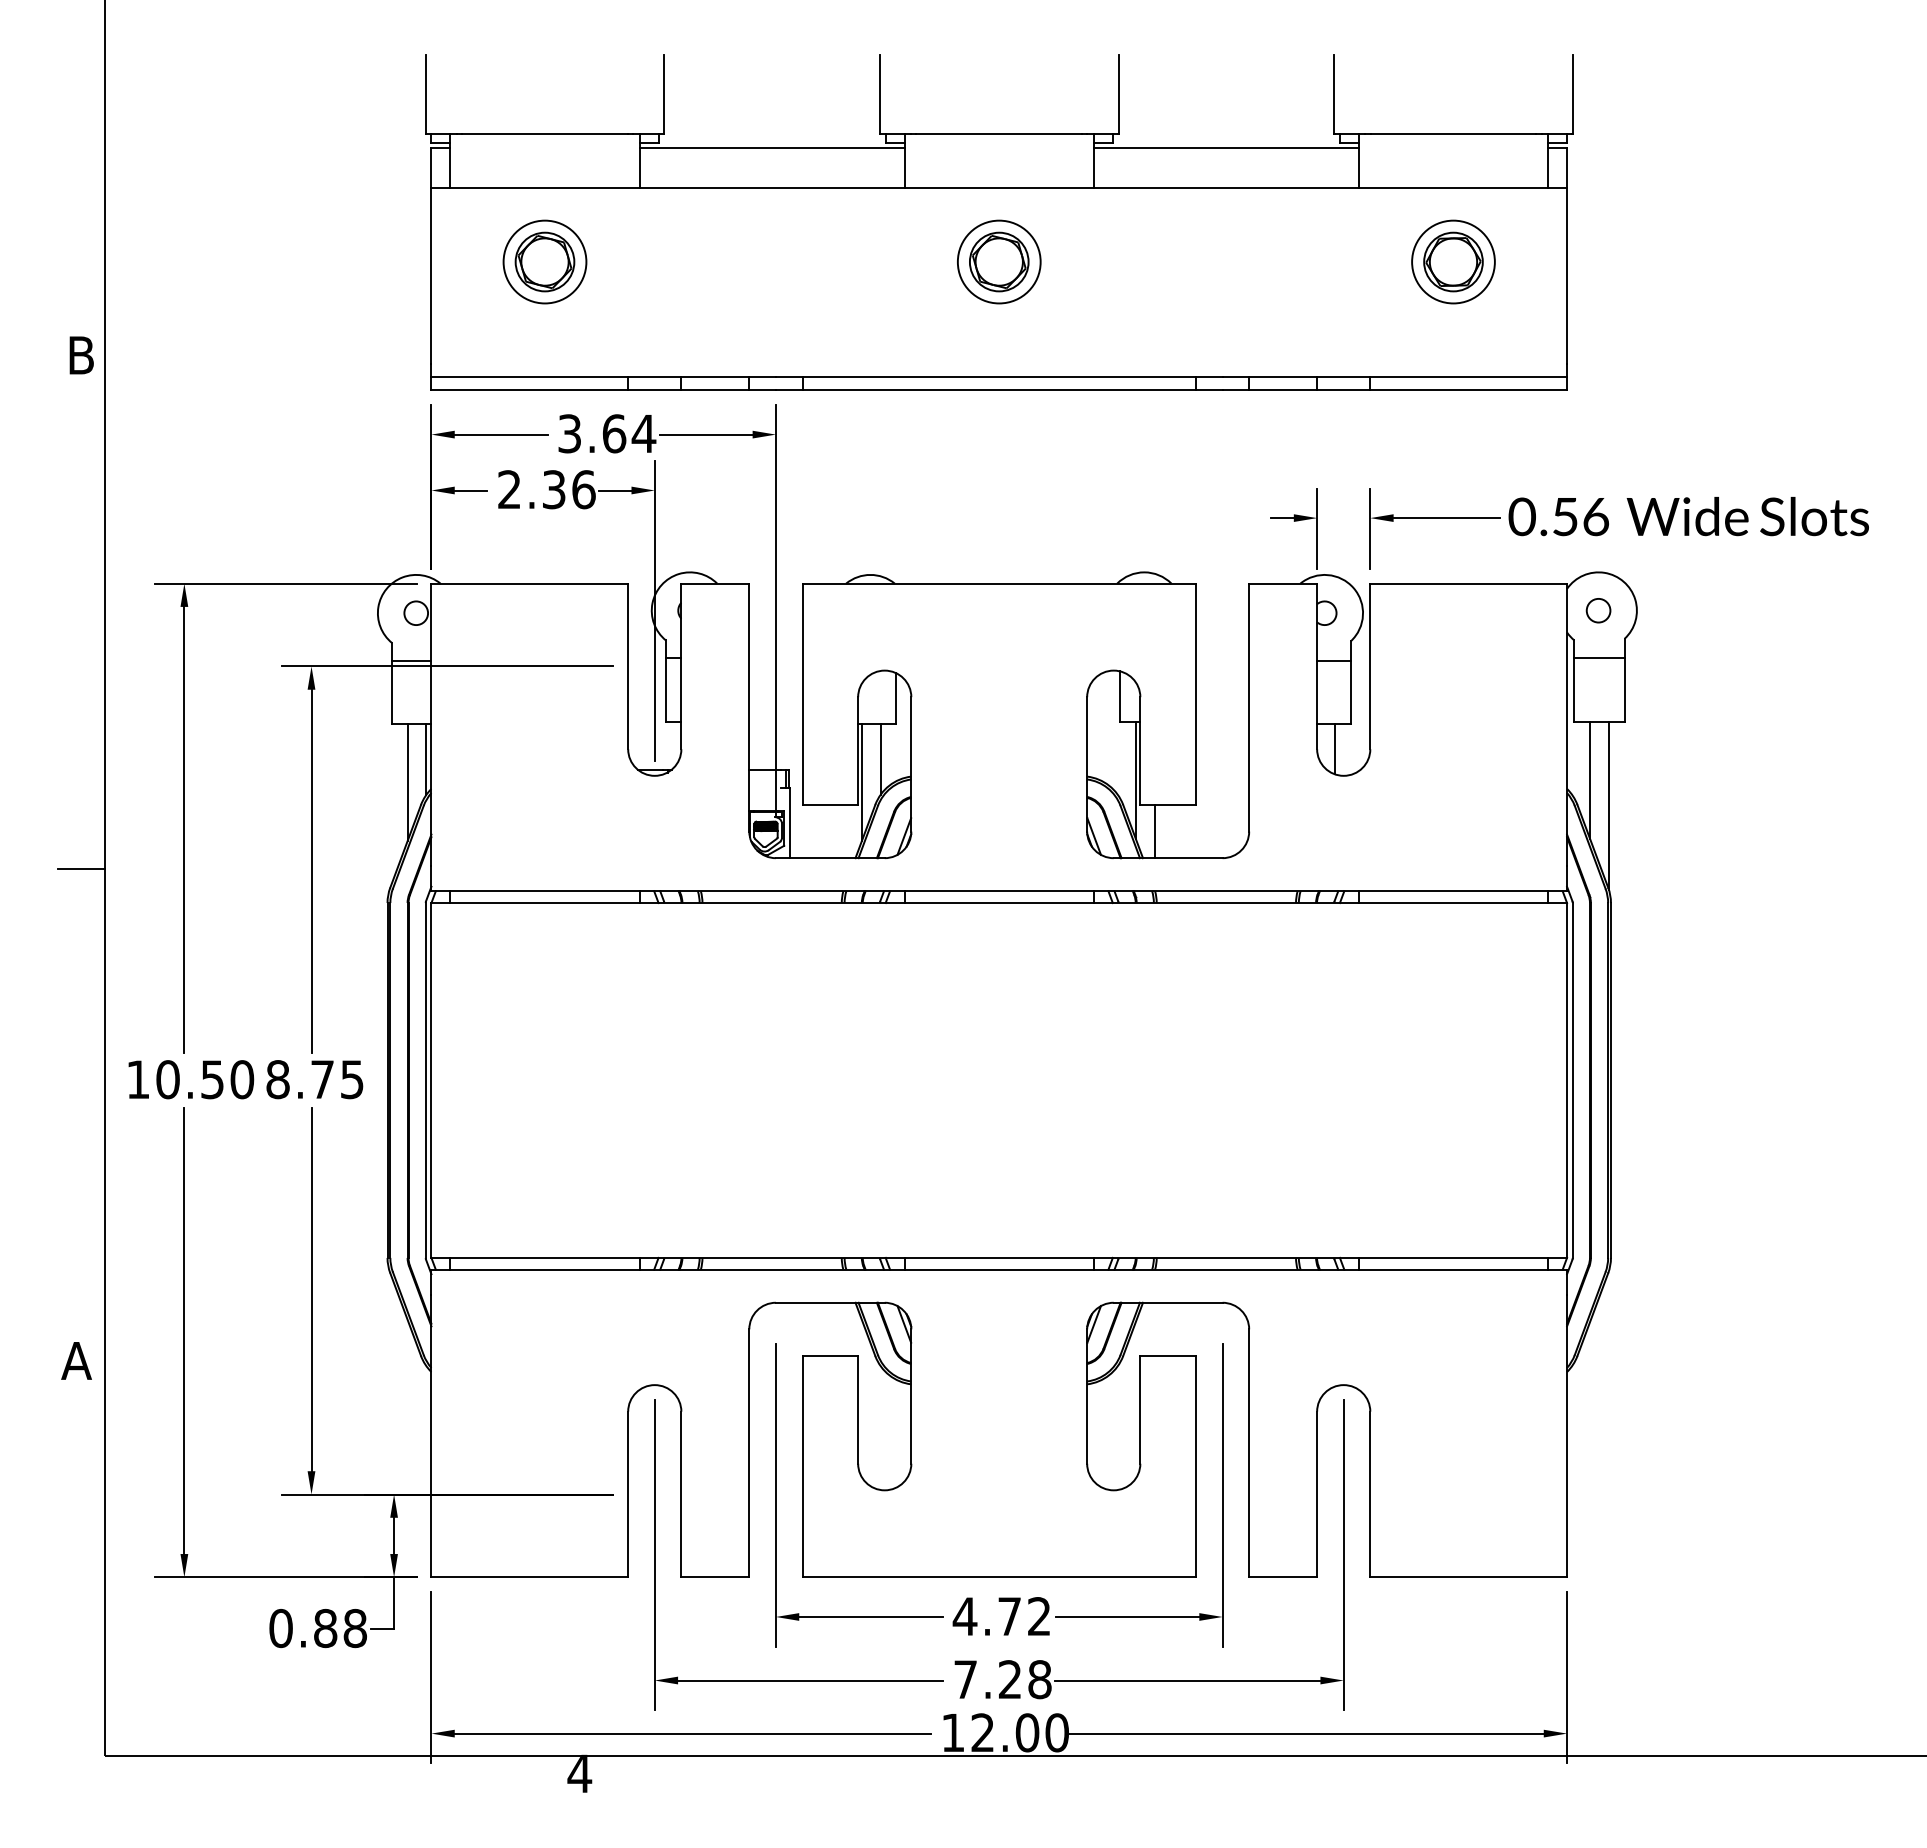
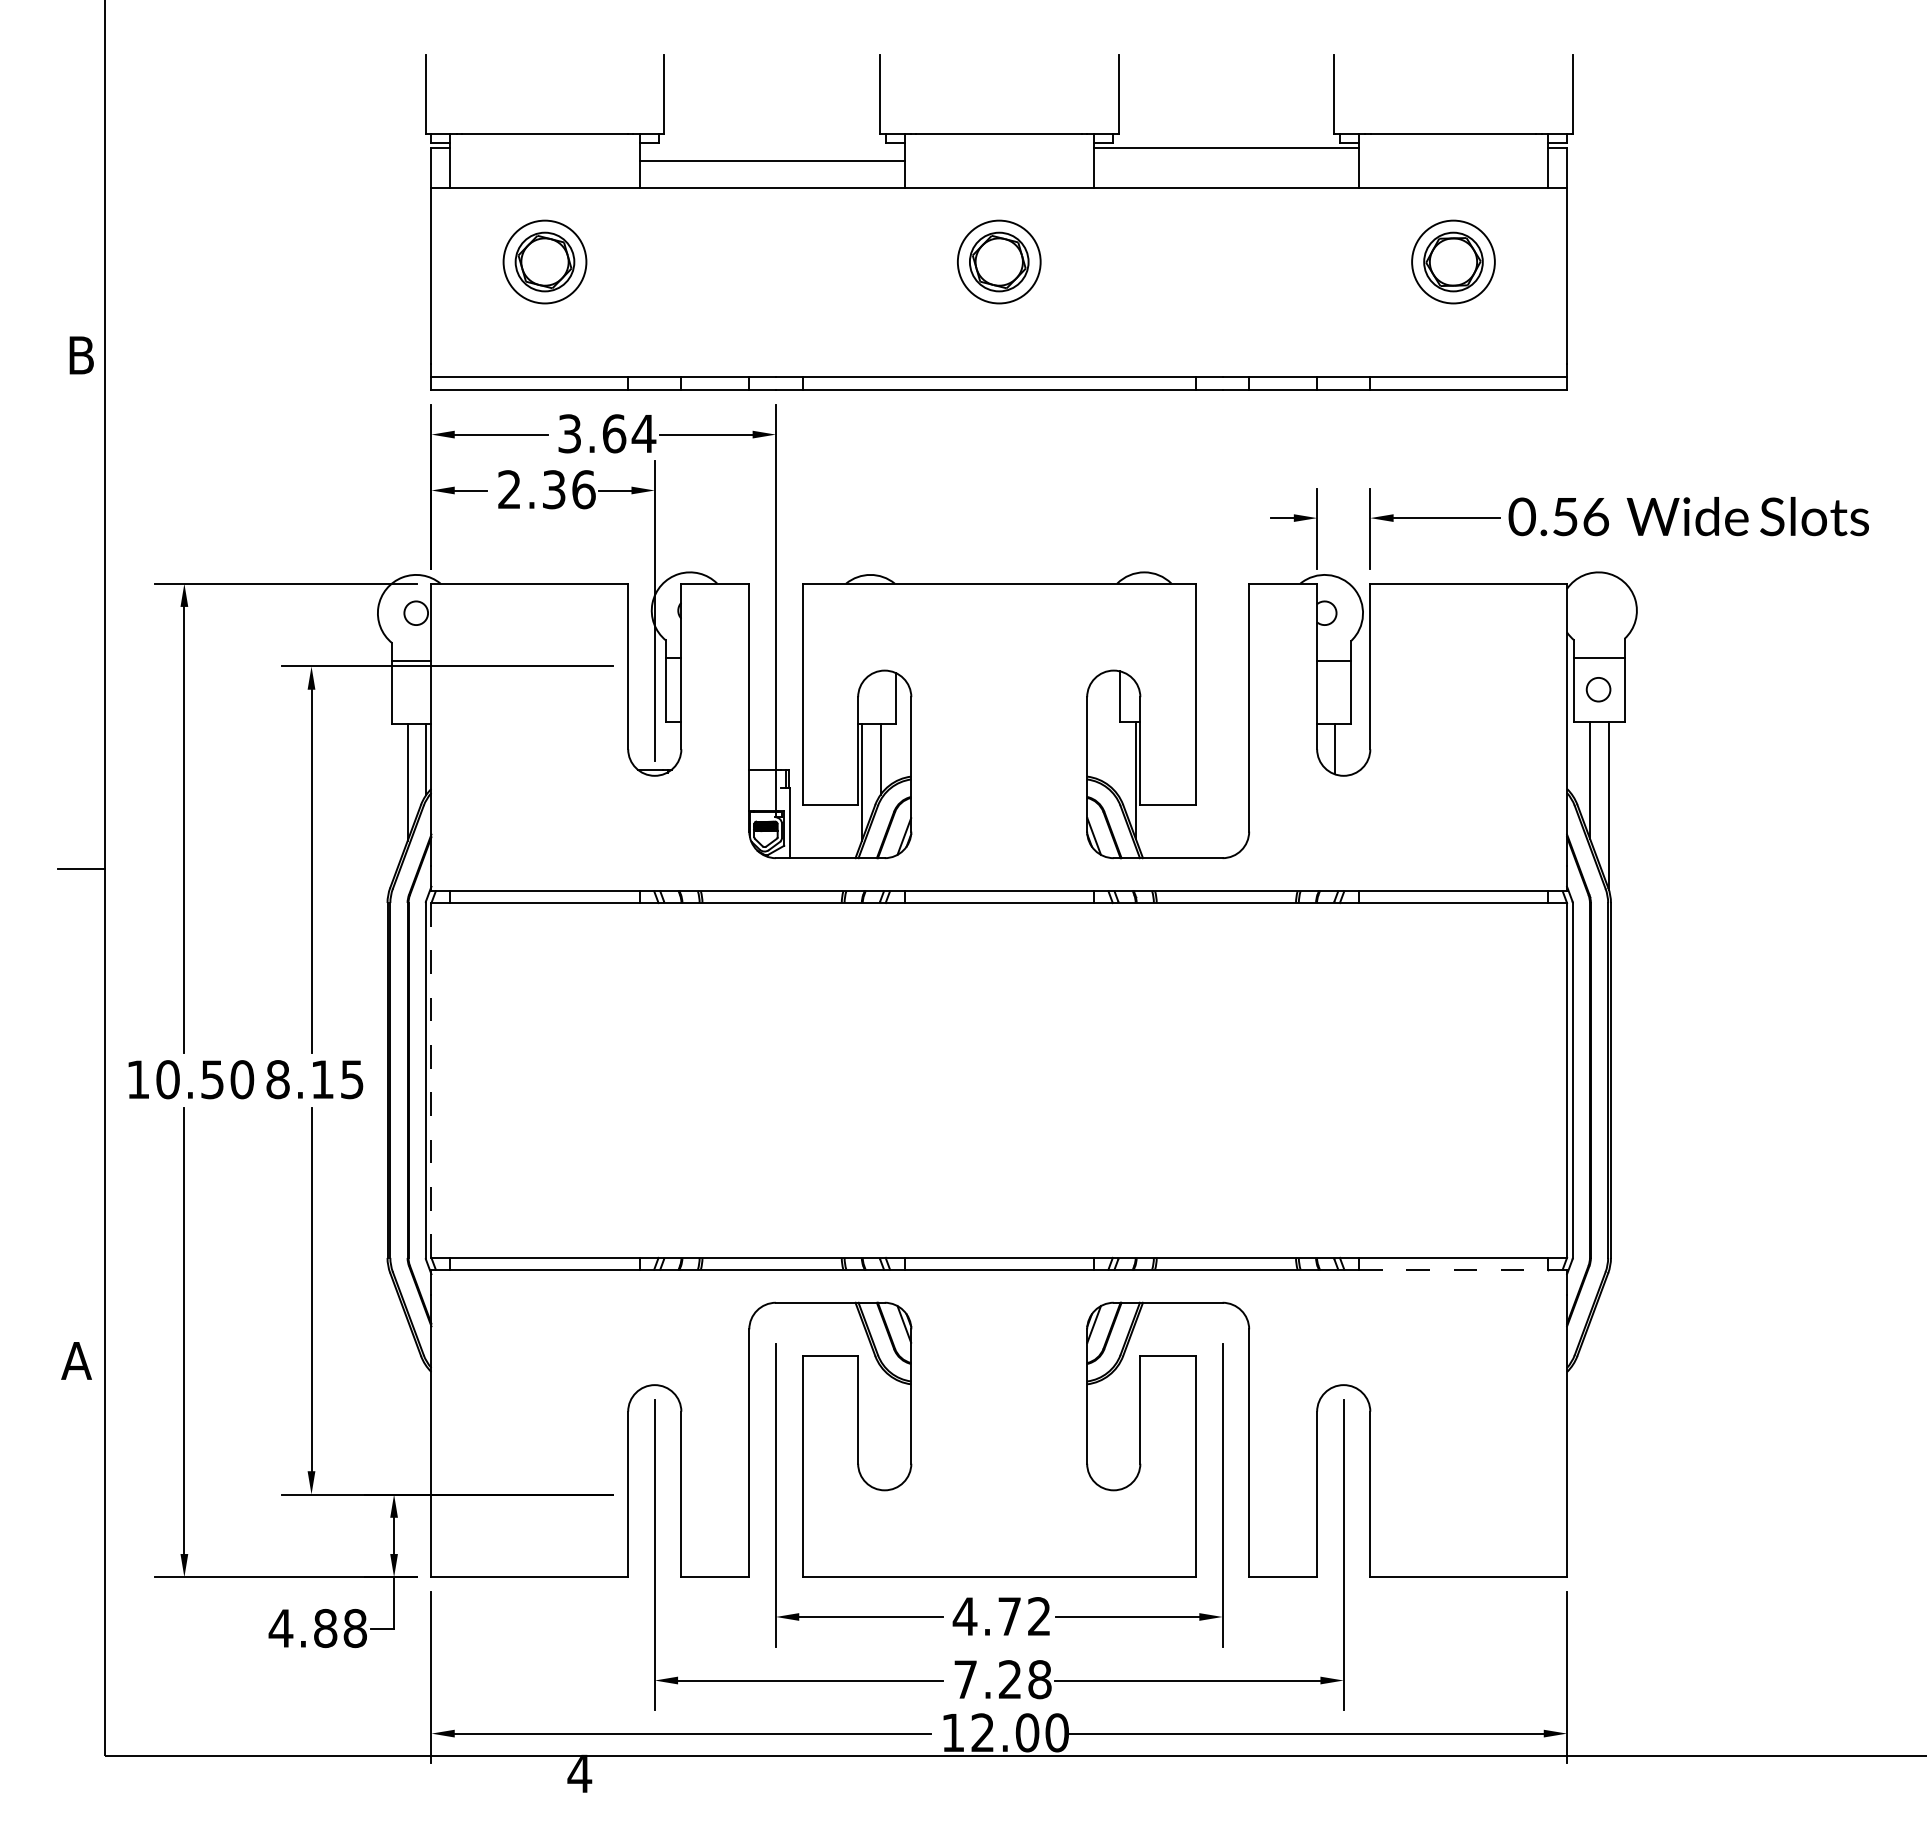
line at (771, 148) position: (771, 148) -> (771, 161)
circle at (1598, 610) position: (1598, 610) -> (1598, 689)
line at (1154, 831): present -> none
text at (322, 1079): 8.75 -> 8.15
line at (431, 1080): solid -> dashed
line at (1453, 1269): solid -> dashed
text at (280, 1628): 0.88 -> 4.88
